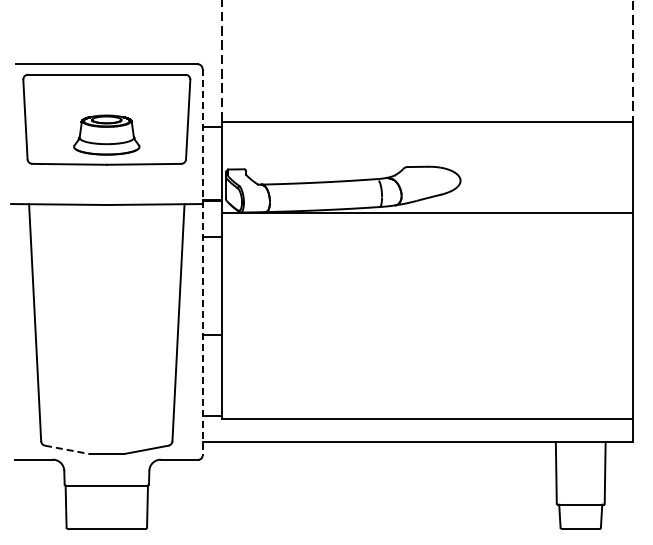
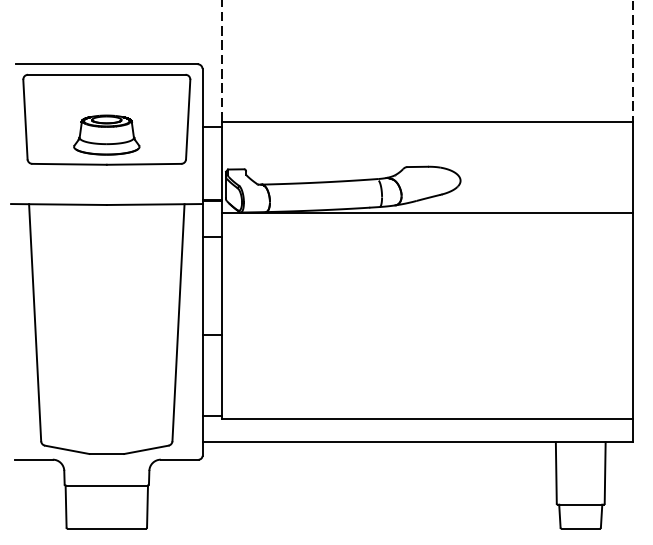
line at (202, 262): dashed -> solid
line at (67, 449): dashed -> solid
